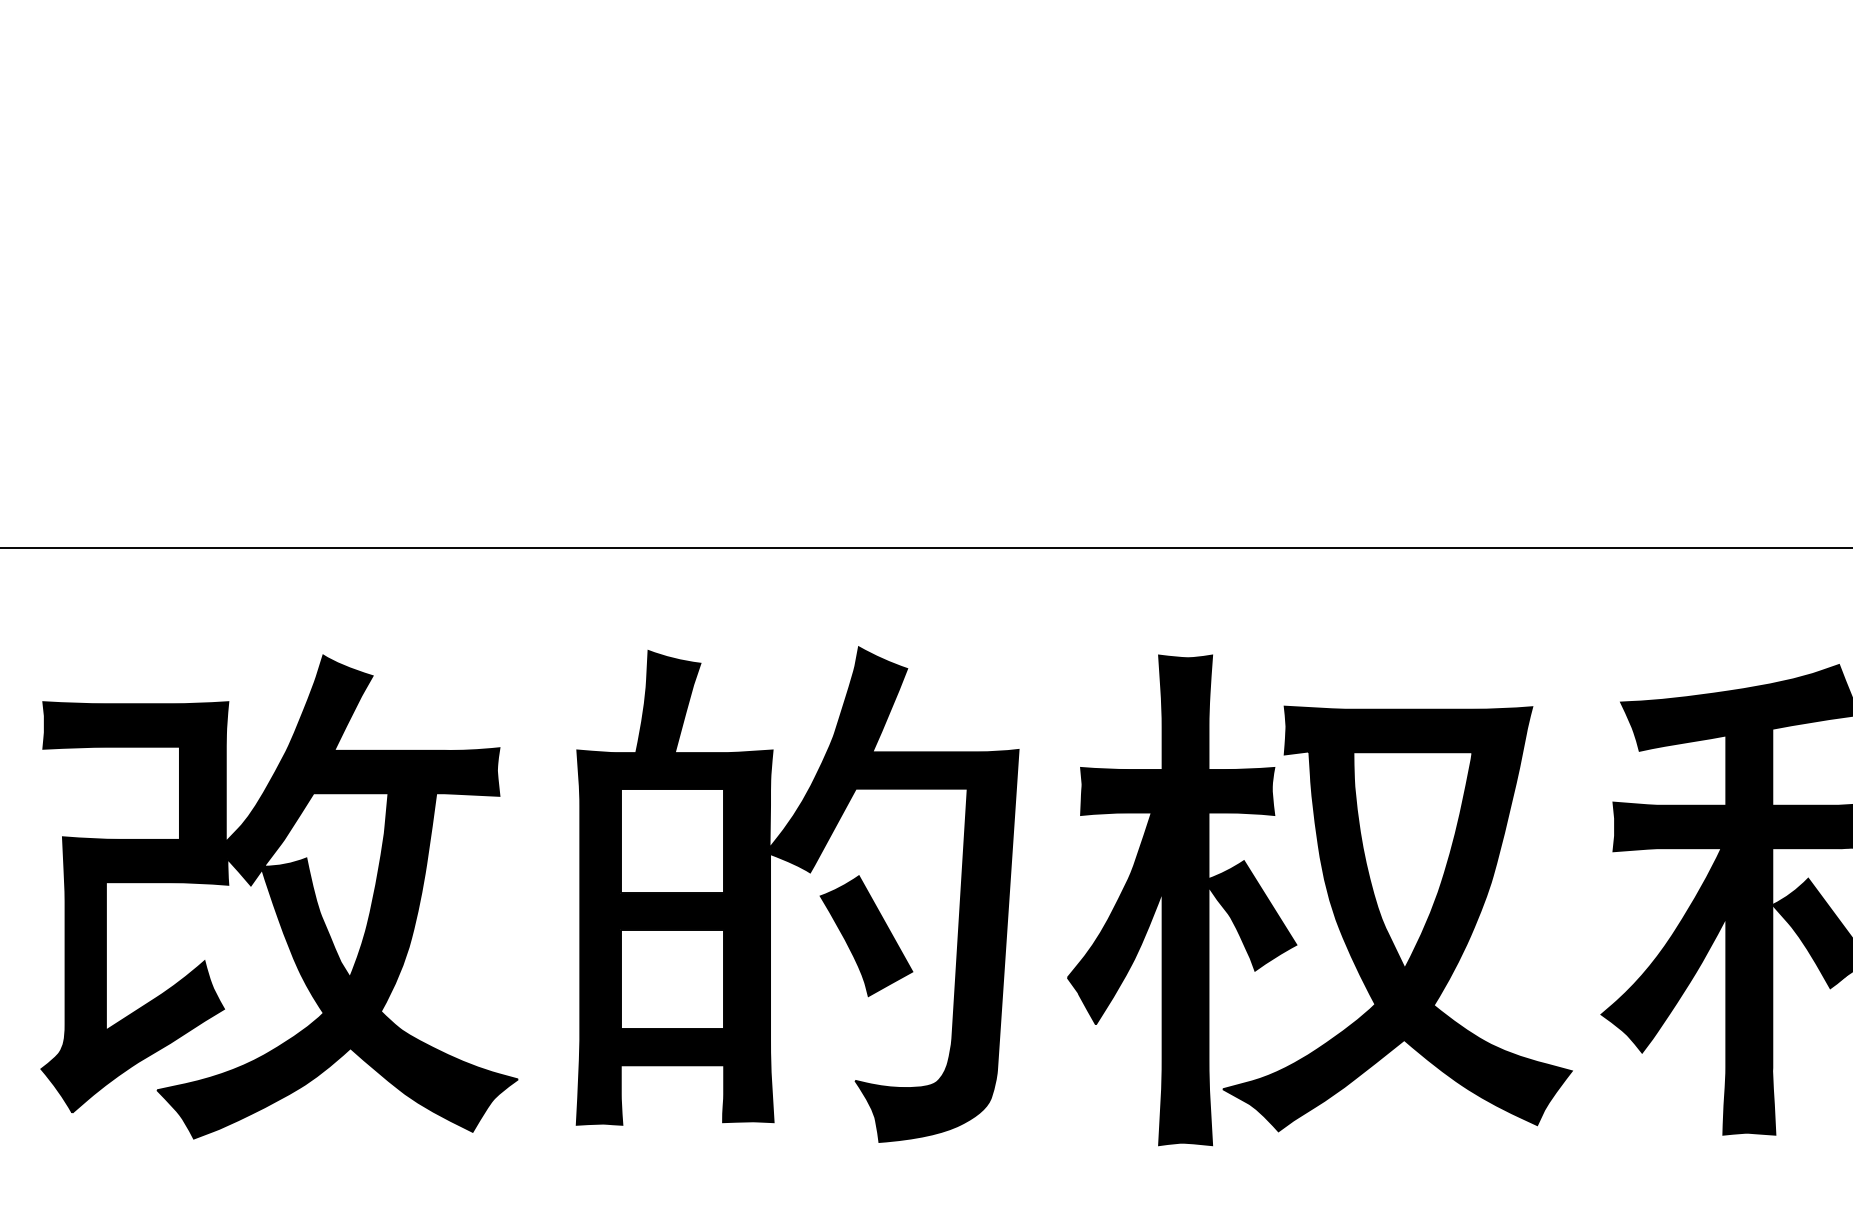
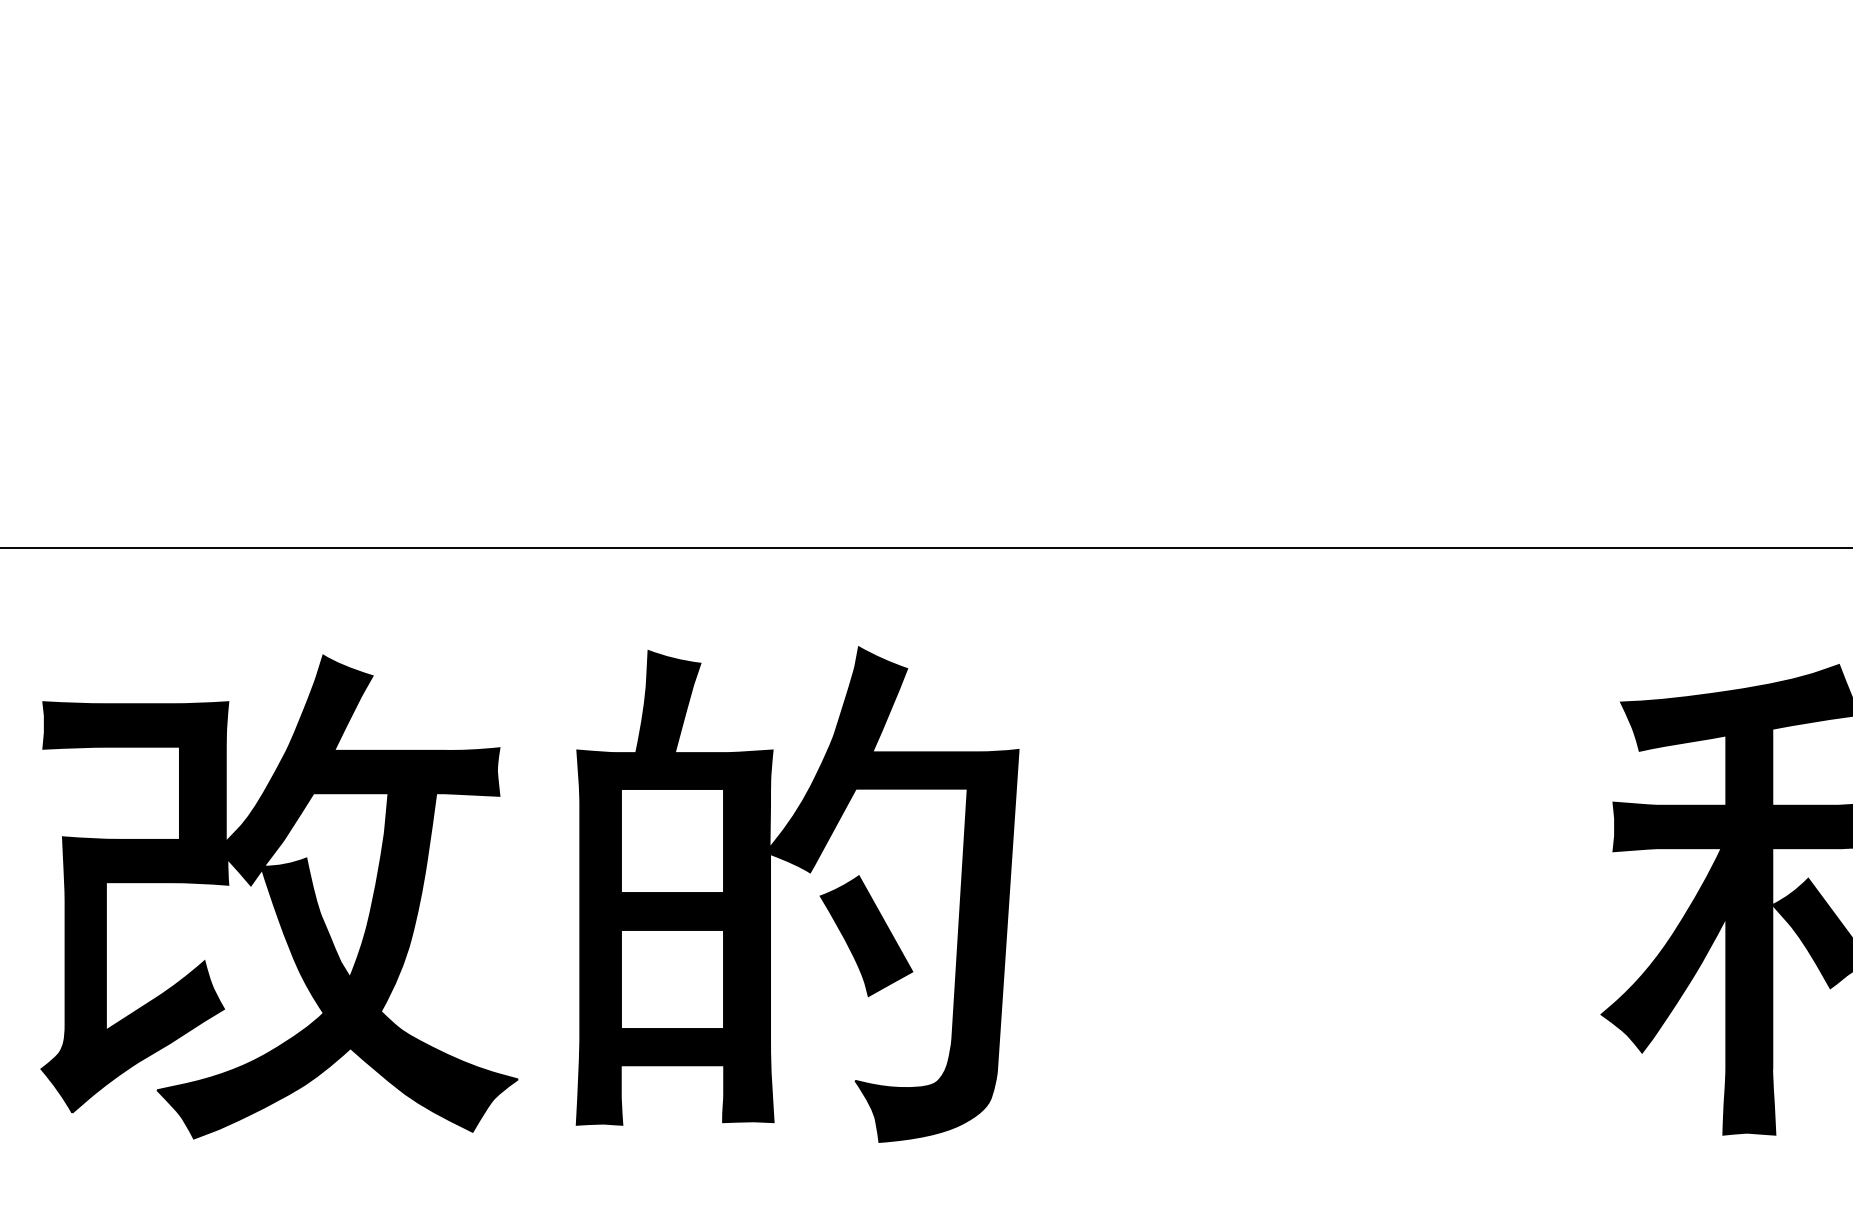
part at (1328, 898): present -> none
